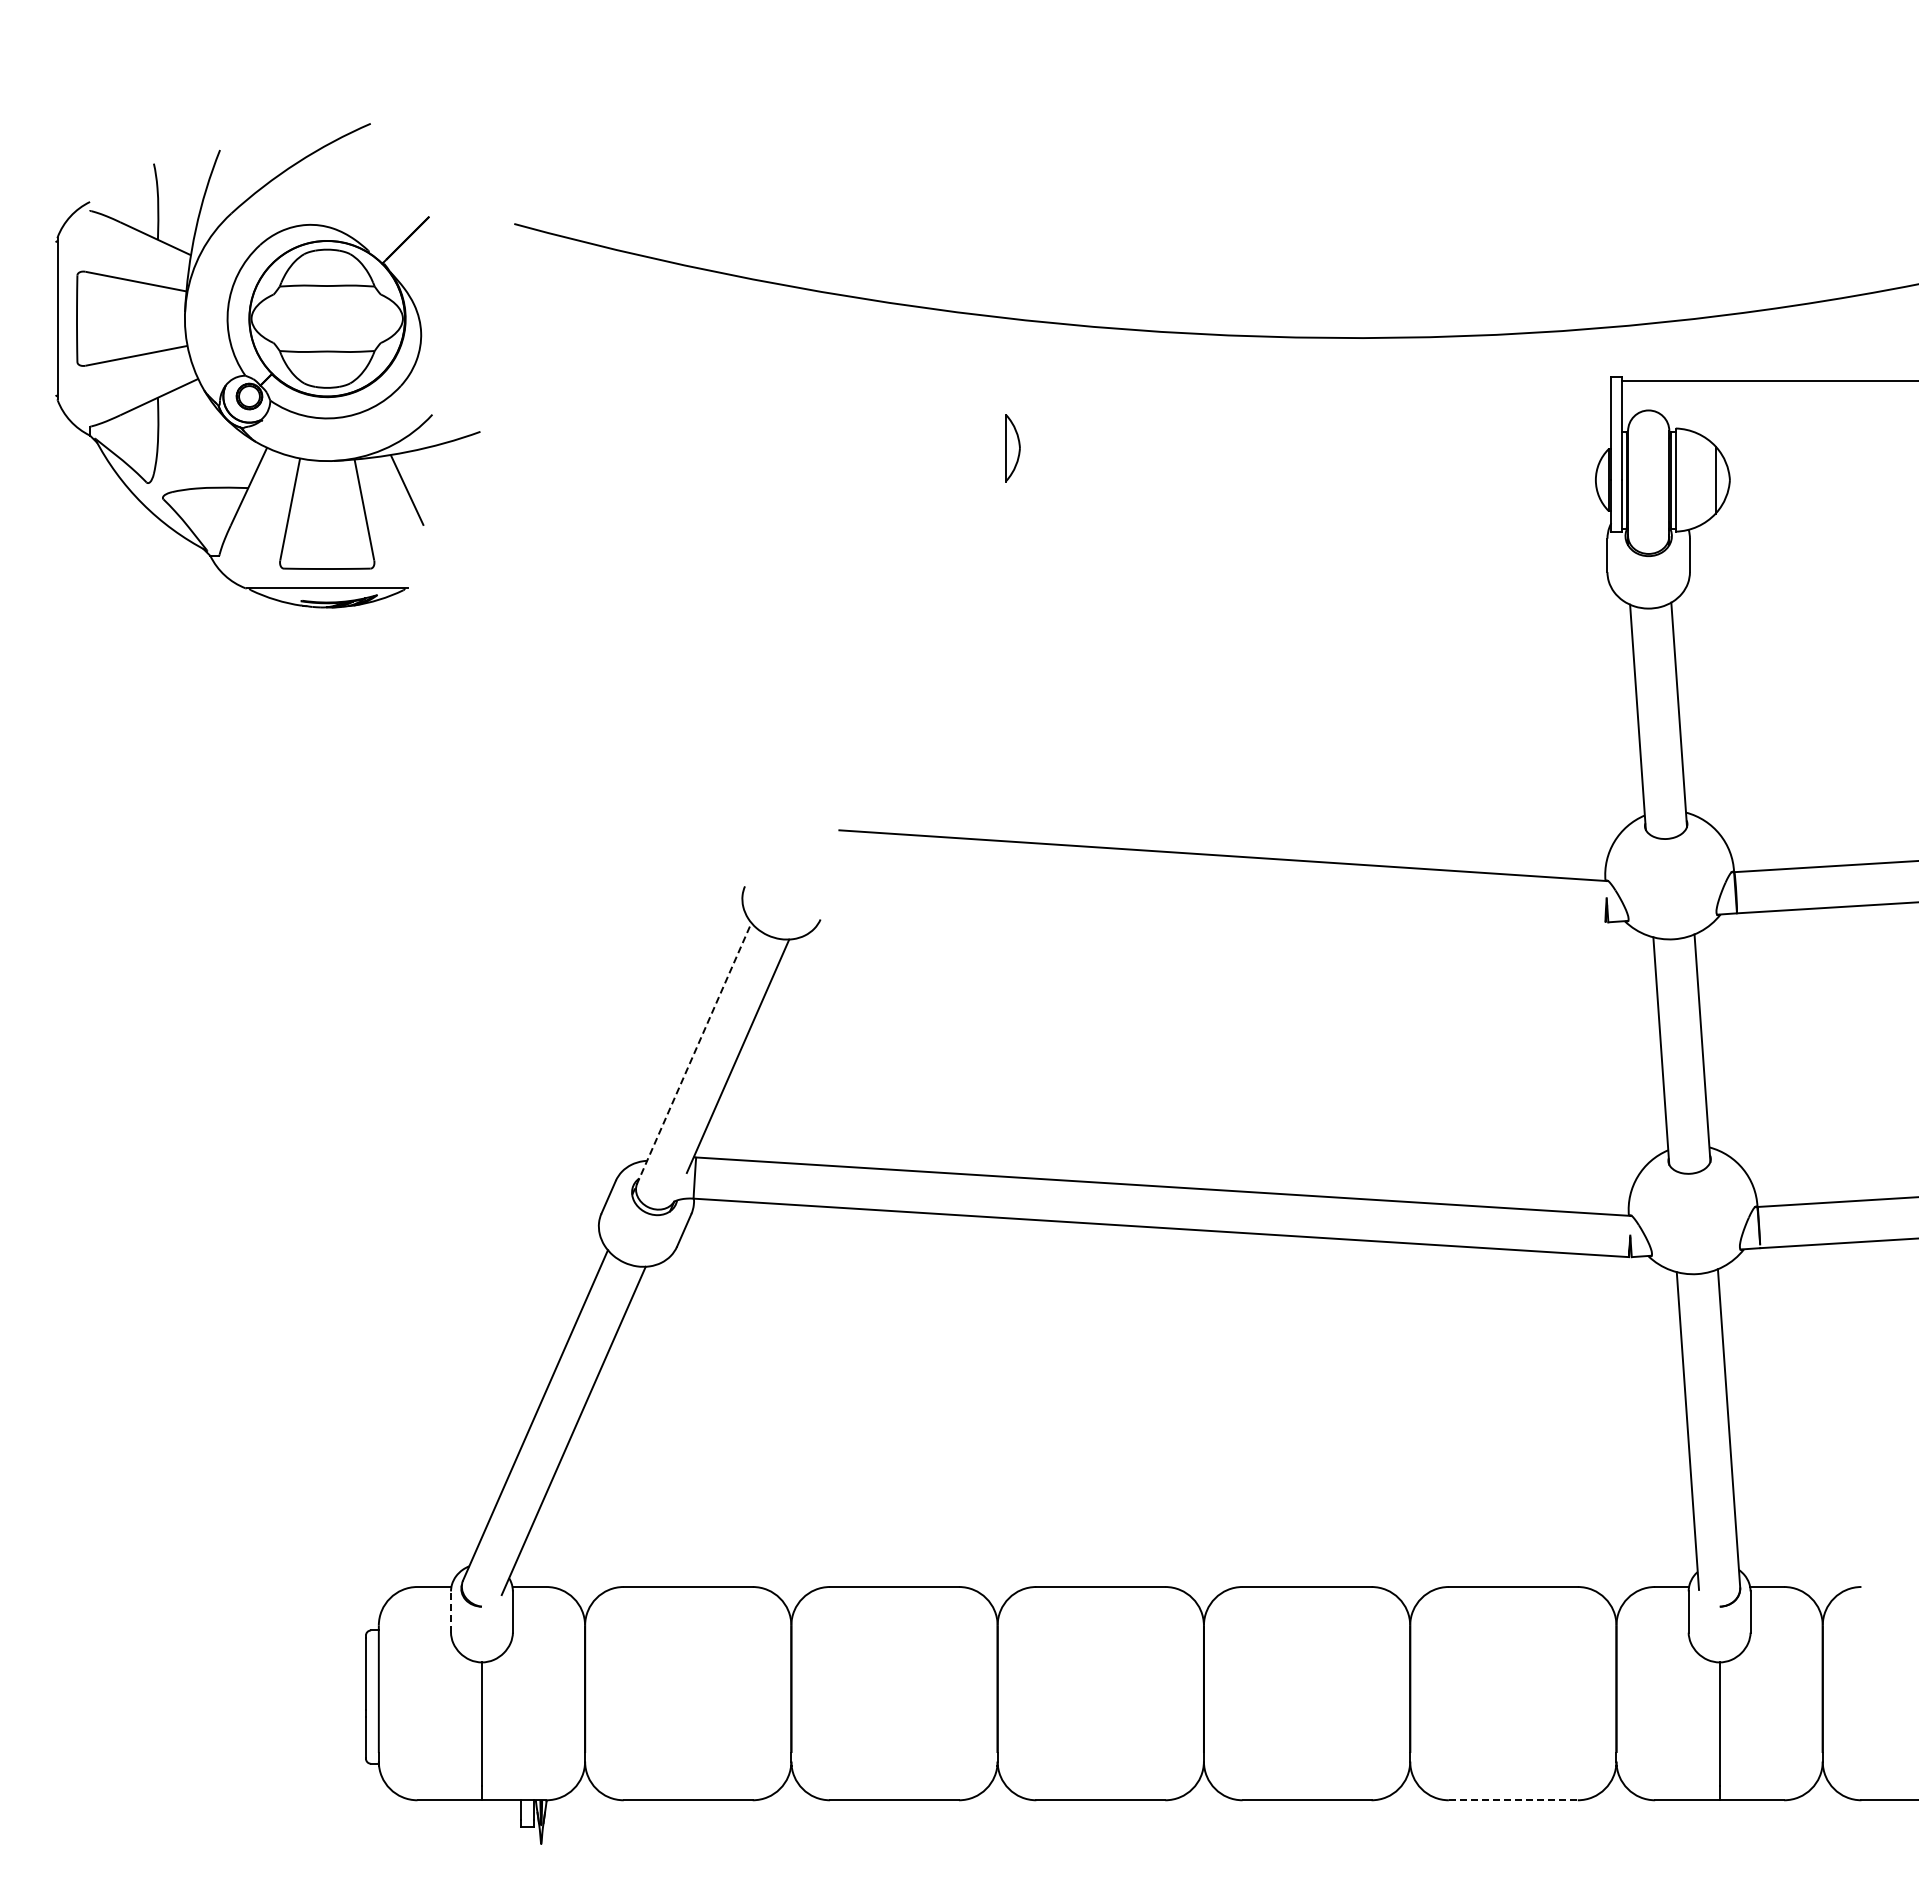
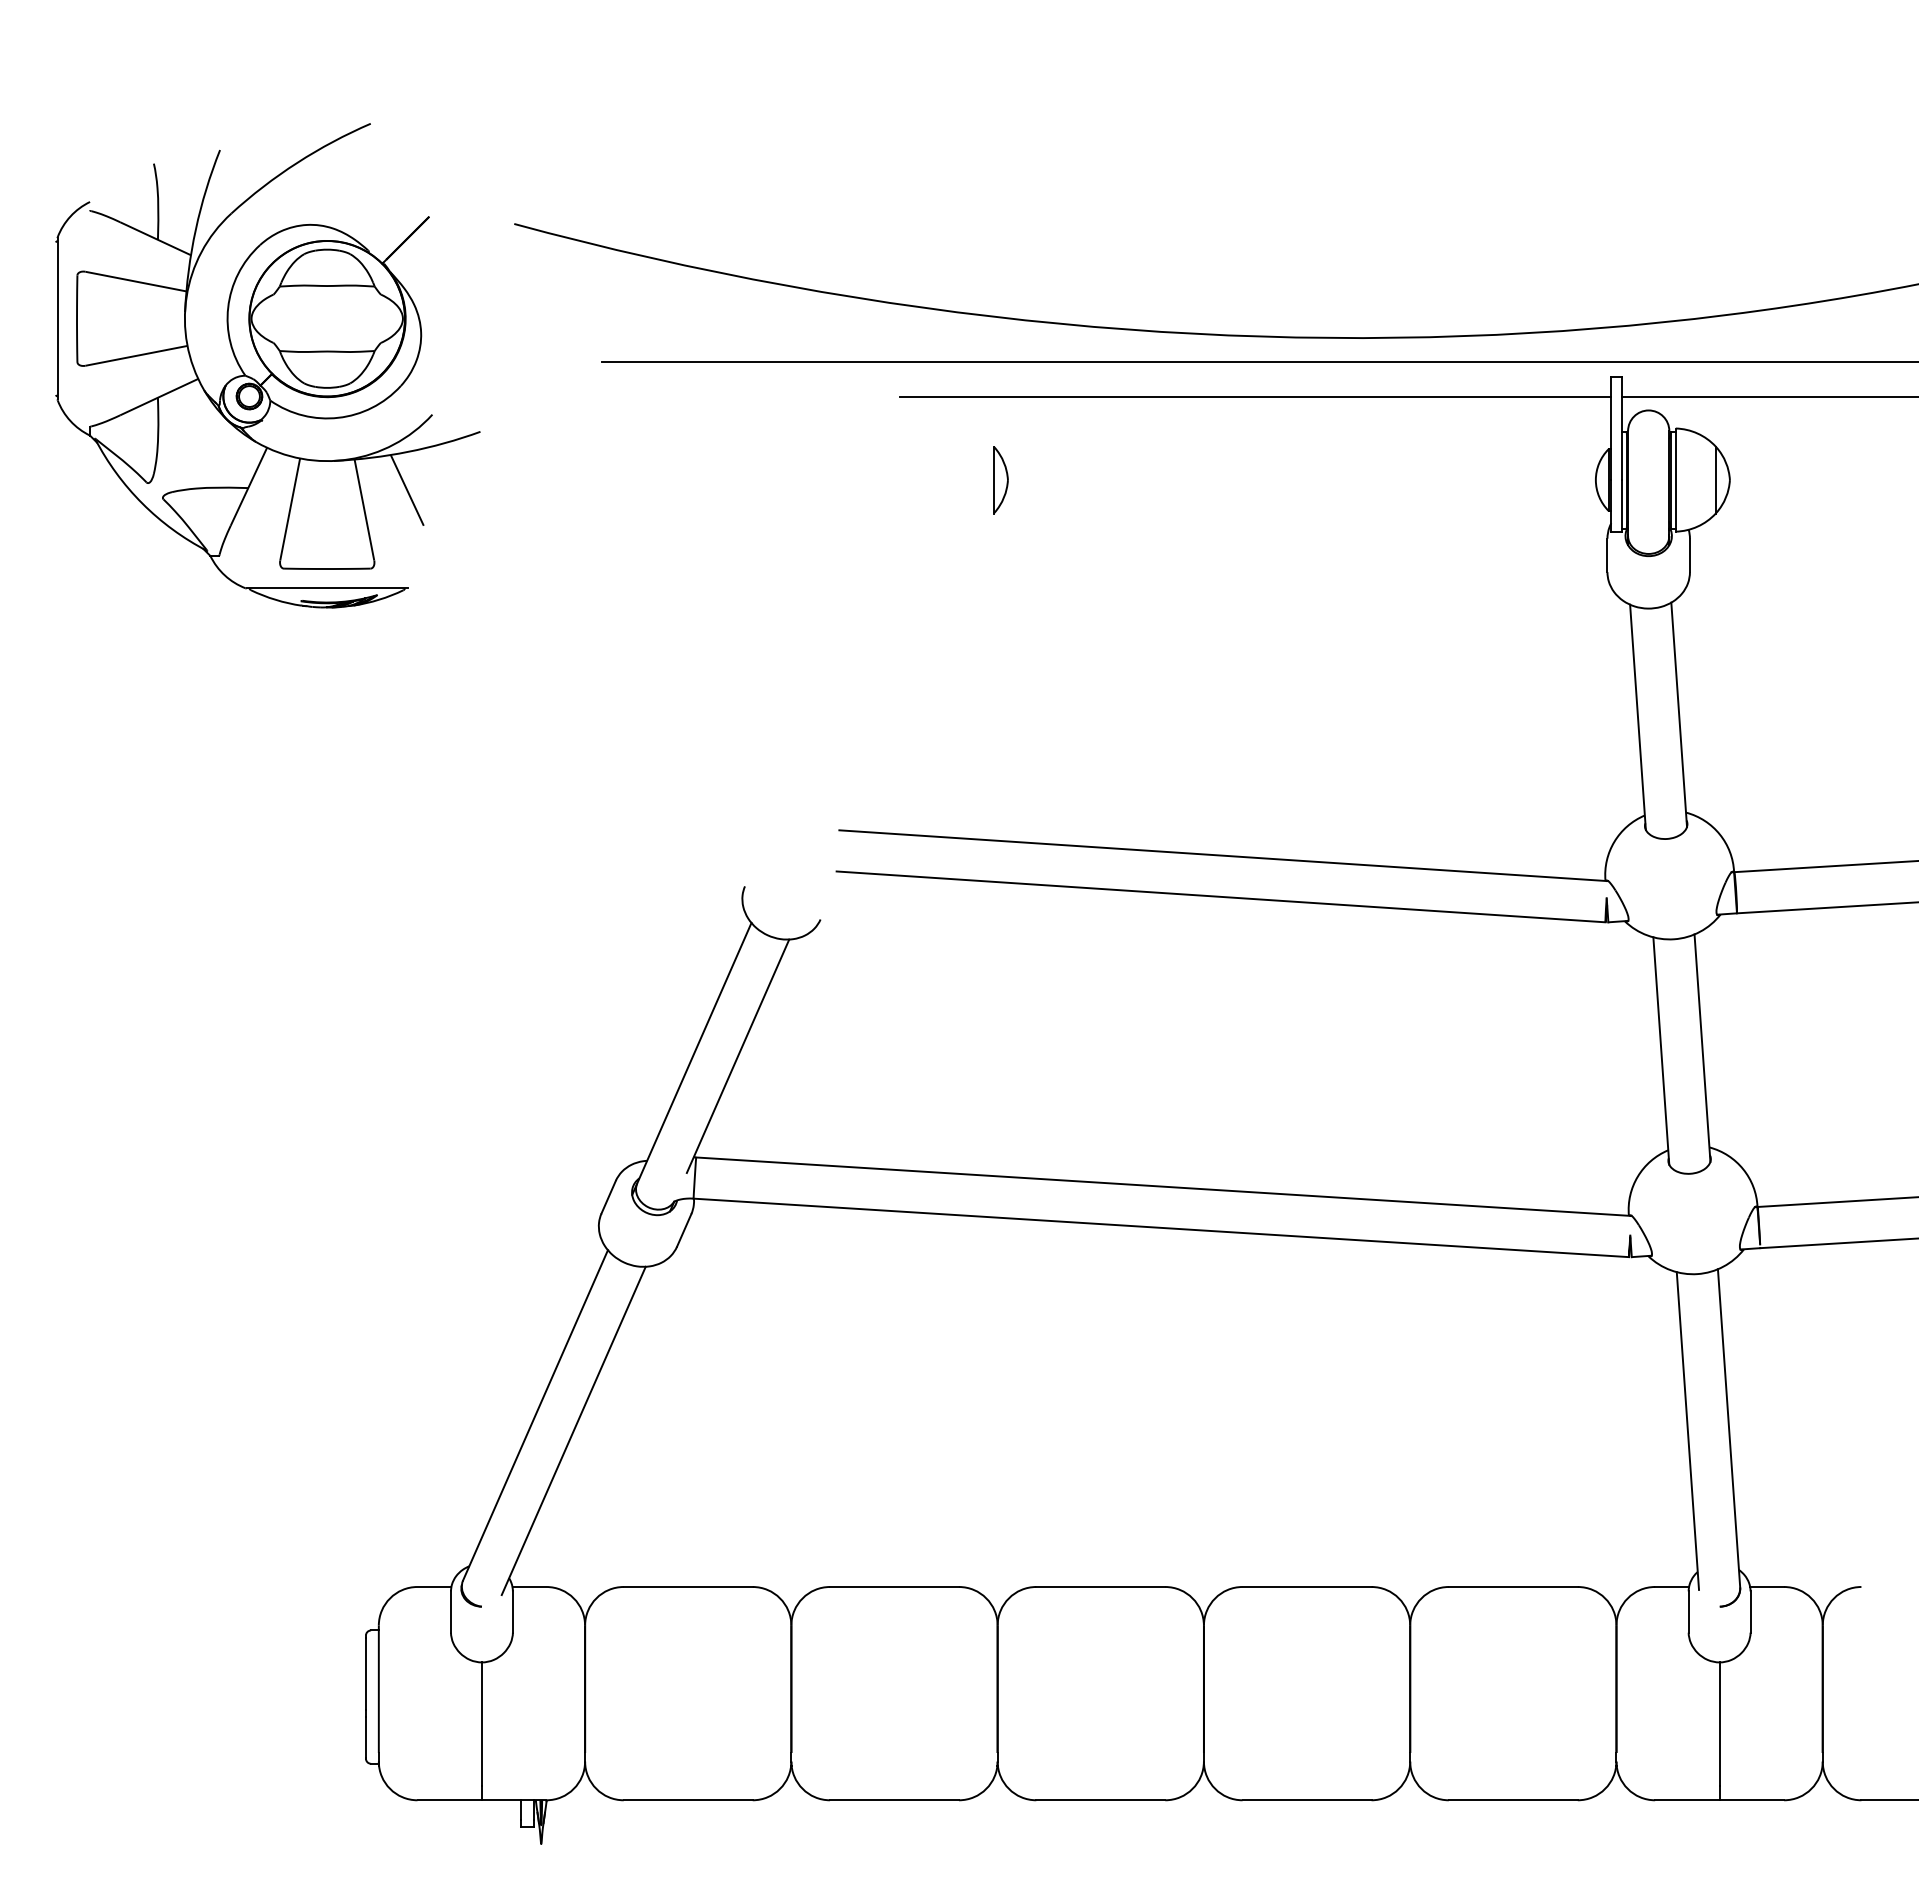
line at (1258, 362): none -> present
line at (1768, 380) position: (1768, 380) -> (1768, 396)
line at (1255, 396): none -> present
part at (1012, 448) position: (1012, 448) -> (1000, 480)
line at (1220, 896): none -> present
line at (692, 1058): dashed -> solid
line at (451, 1612): dashed -> solid
line at (1513, 1800): dashed -> solid
